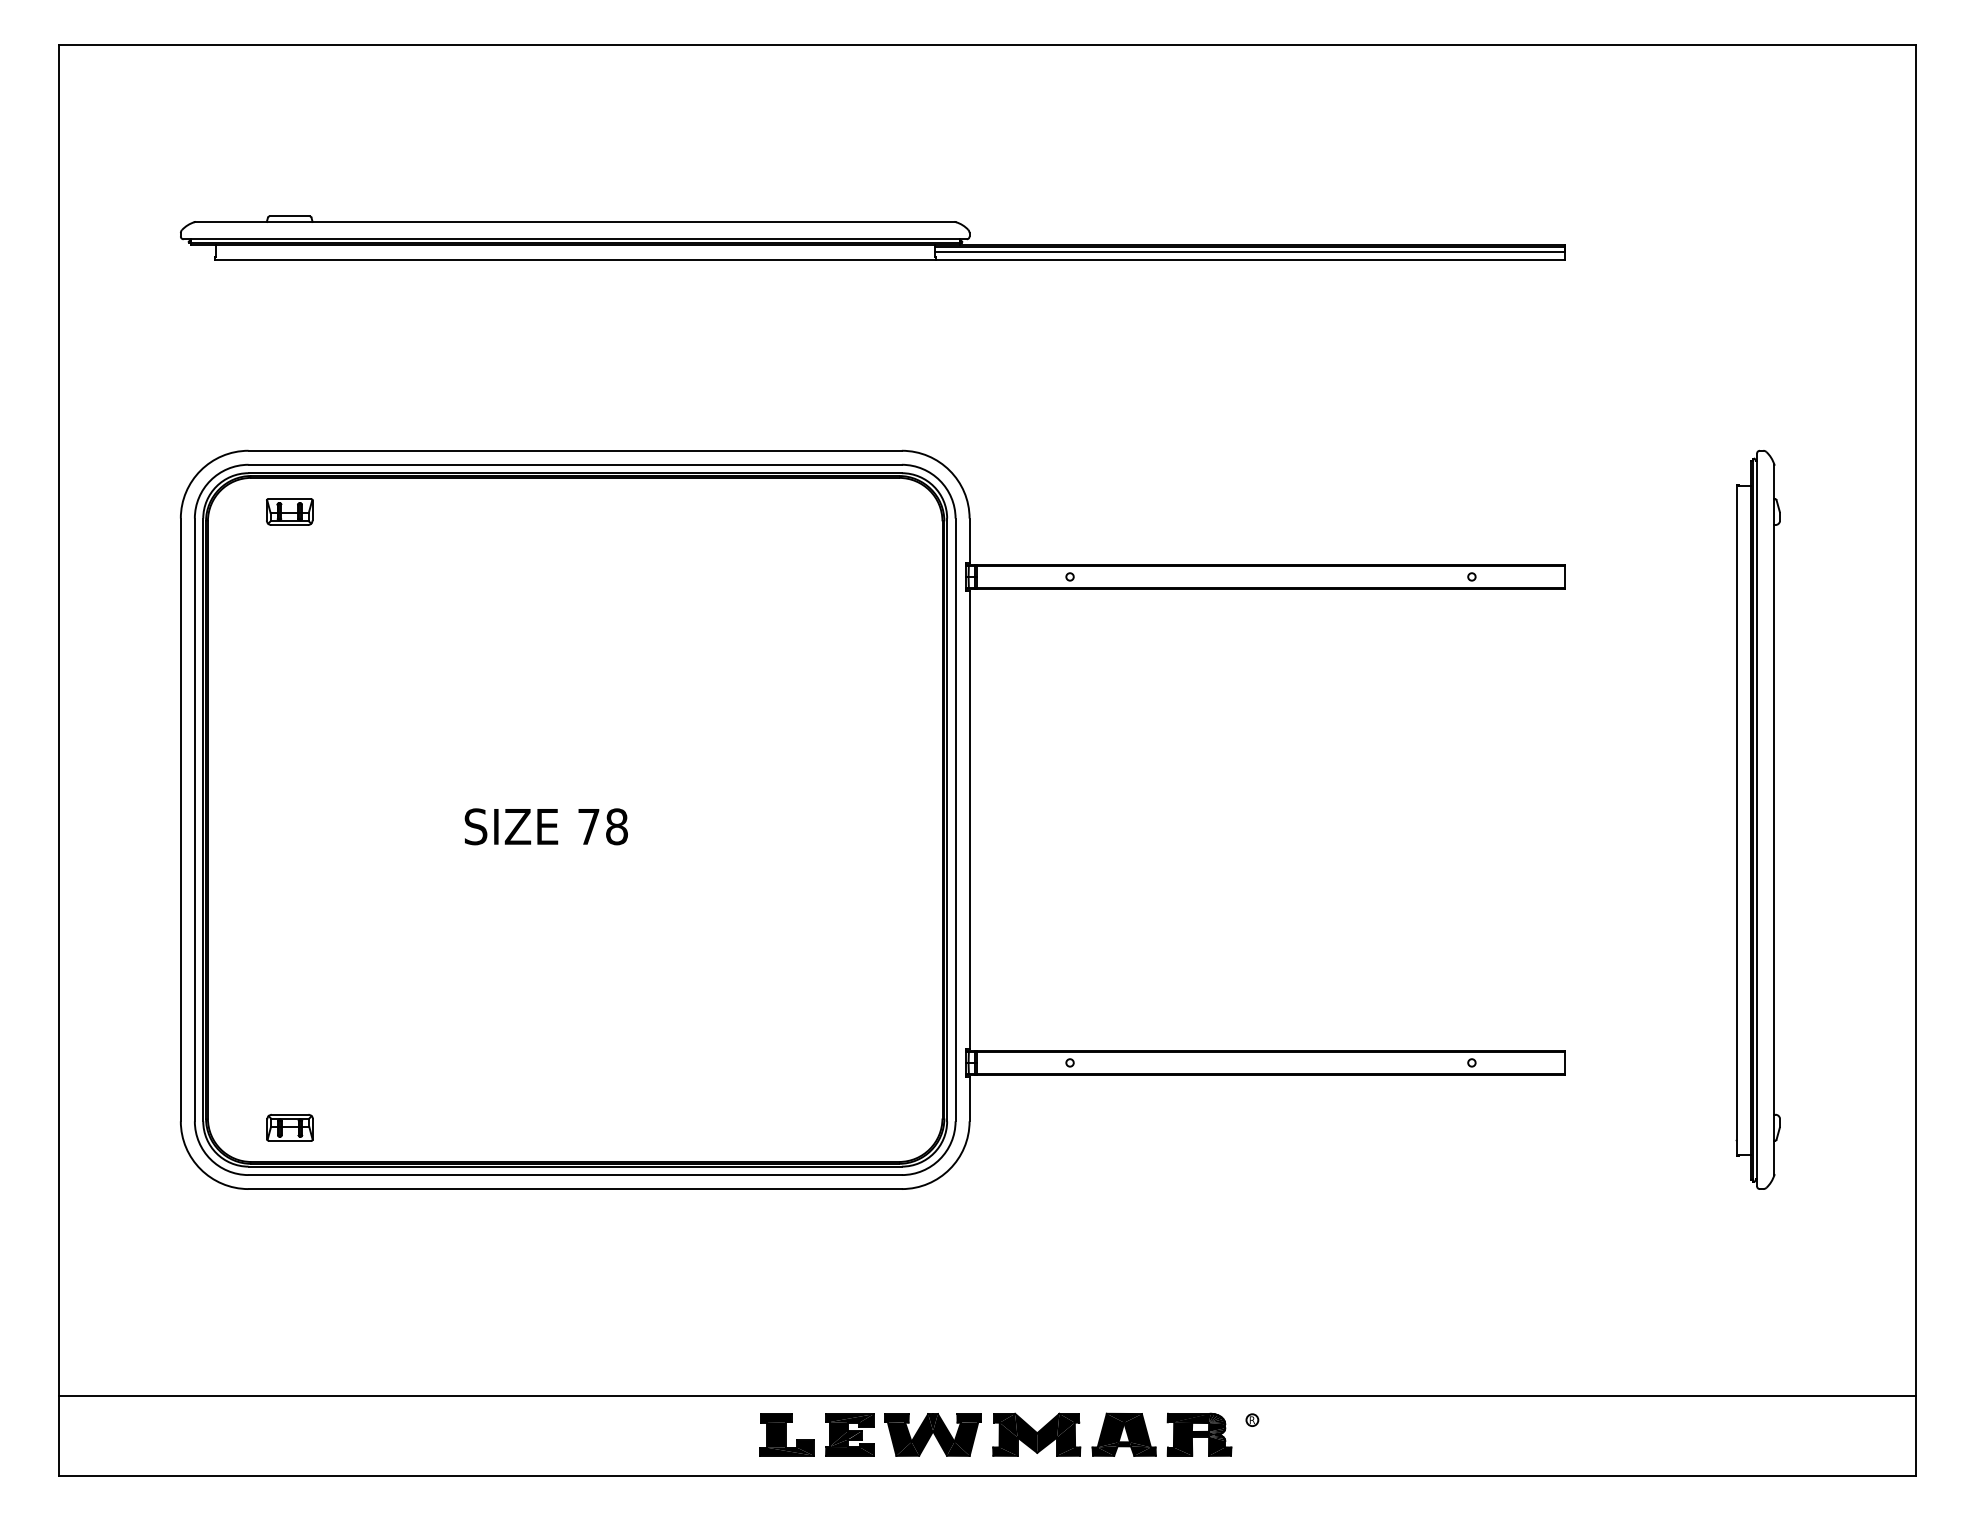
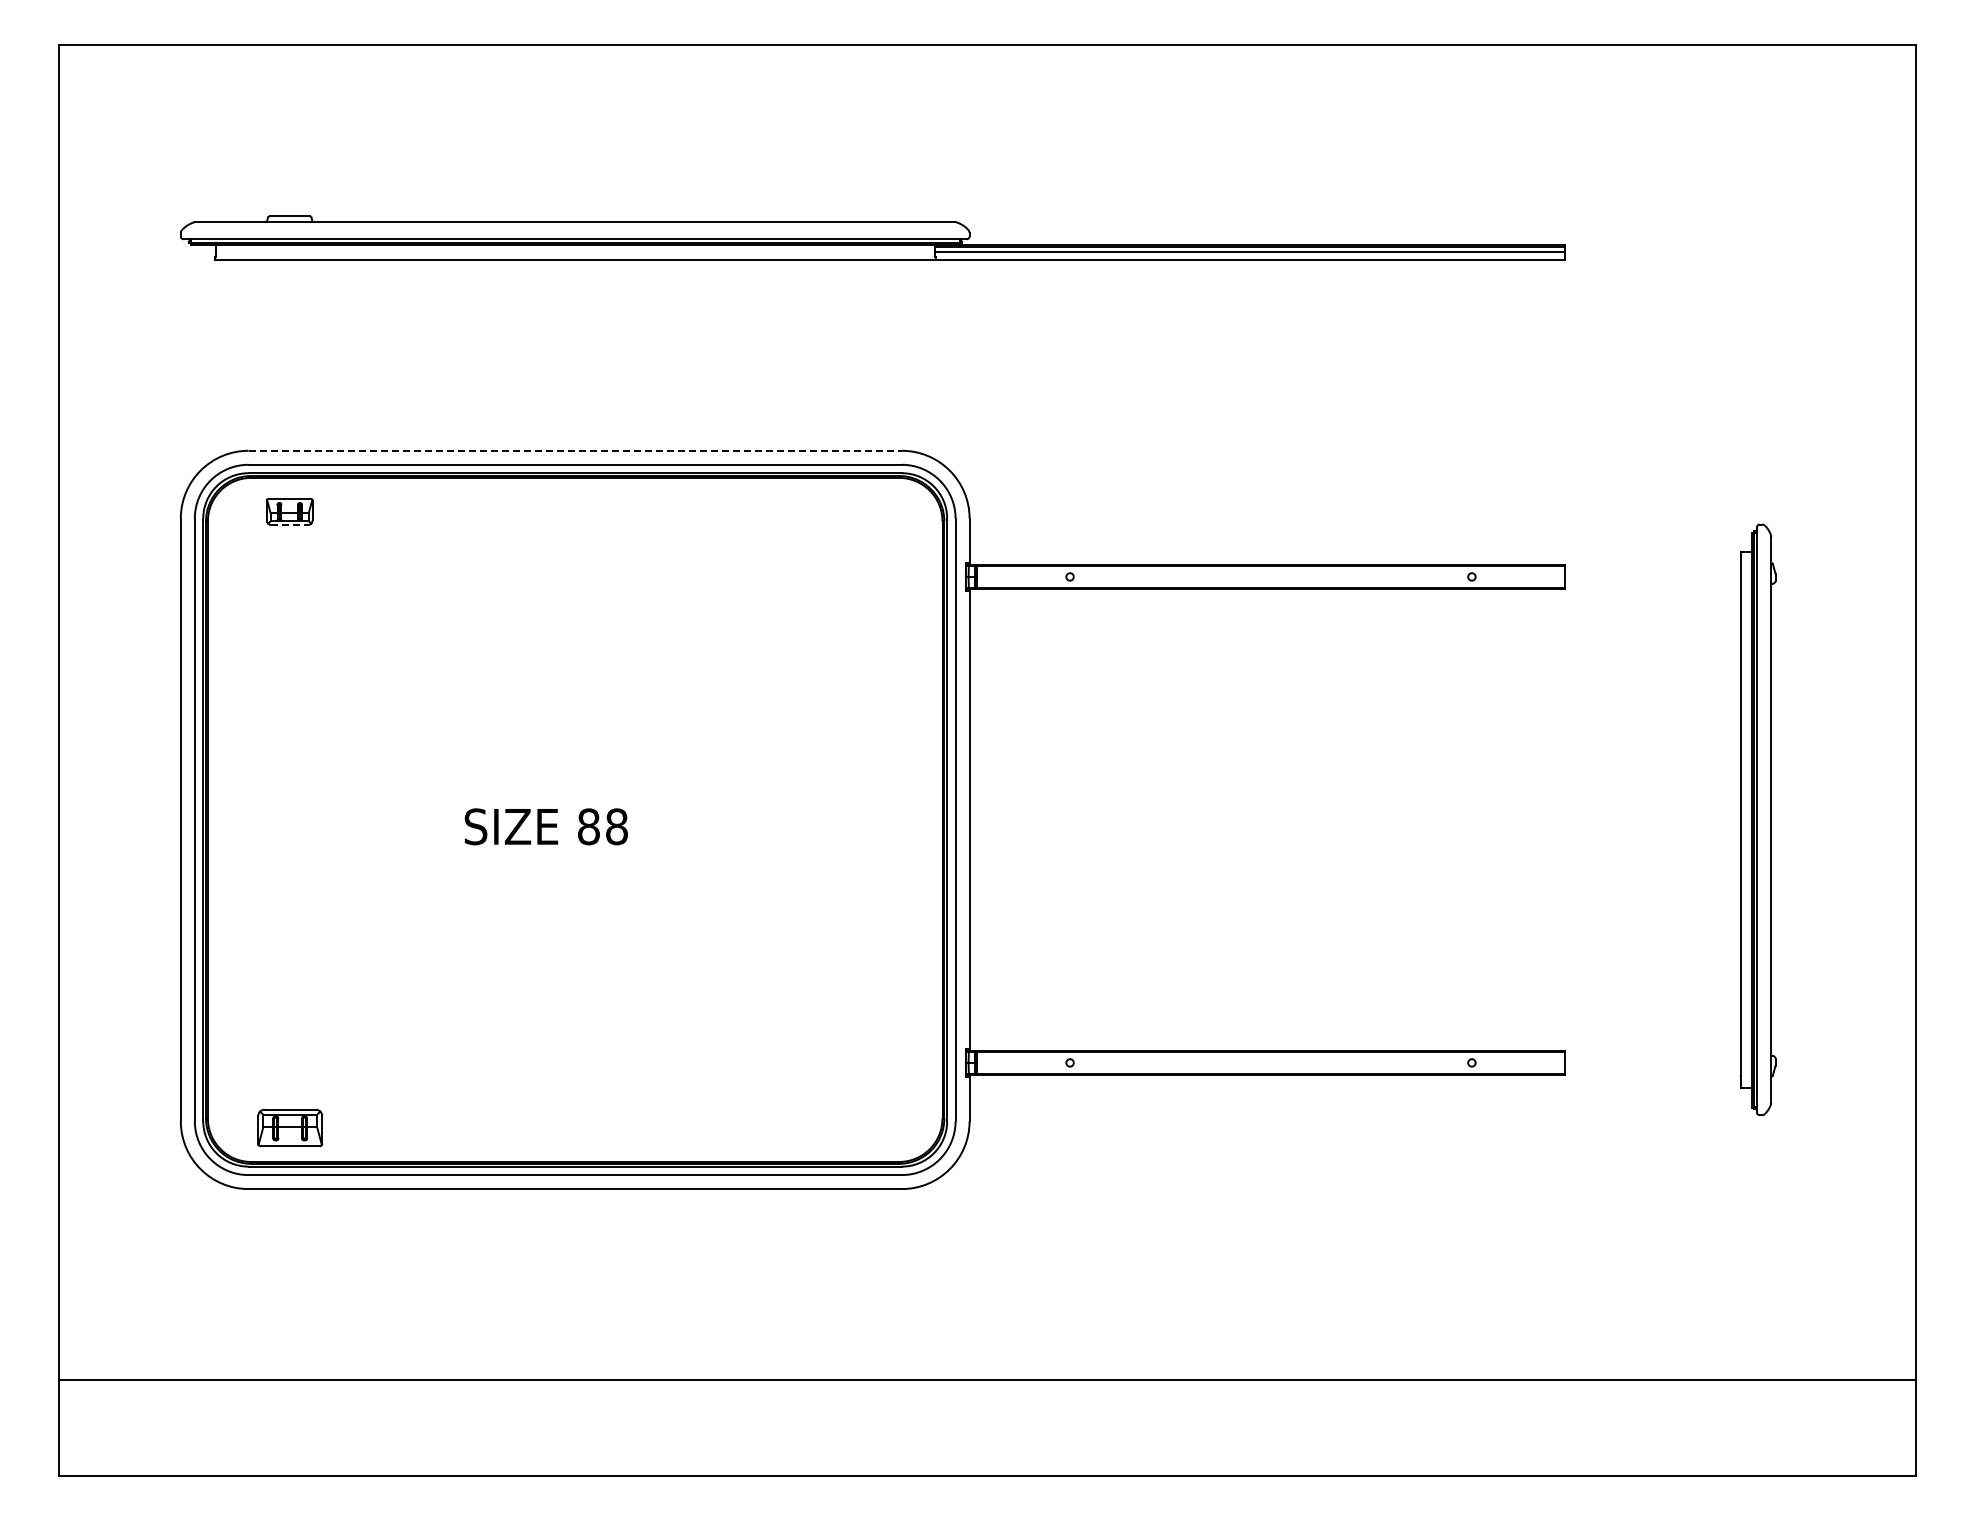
line at (575, 450): solid -> dashed
line at (290, 525): solid -> dashed
part at (1757, 819) size: 46x741 px -> 38x593 px
text at (588, 826): 78 -> 88
part at (289, 1127) size: 48x29 px -> 67x40 px
line at (987, 1396) position: (987, 1396) -> (987, 1380)
part at (1009, 1434): present -> none
